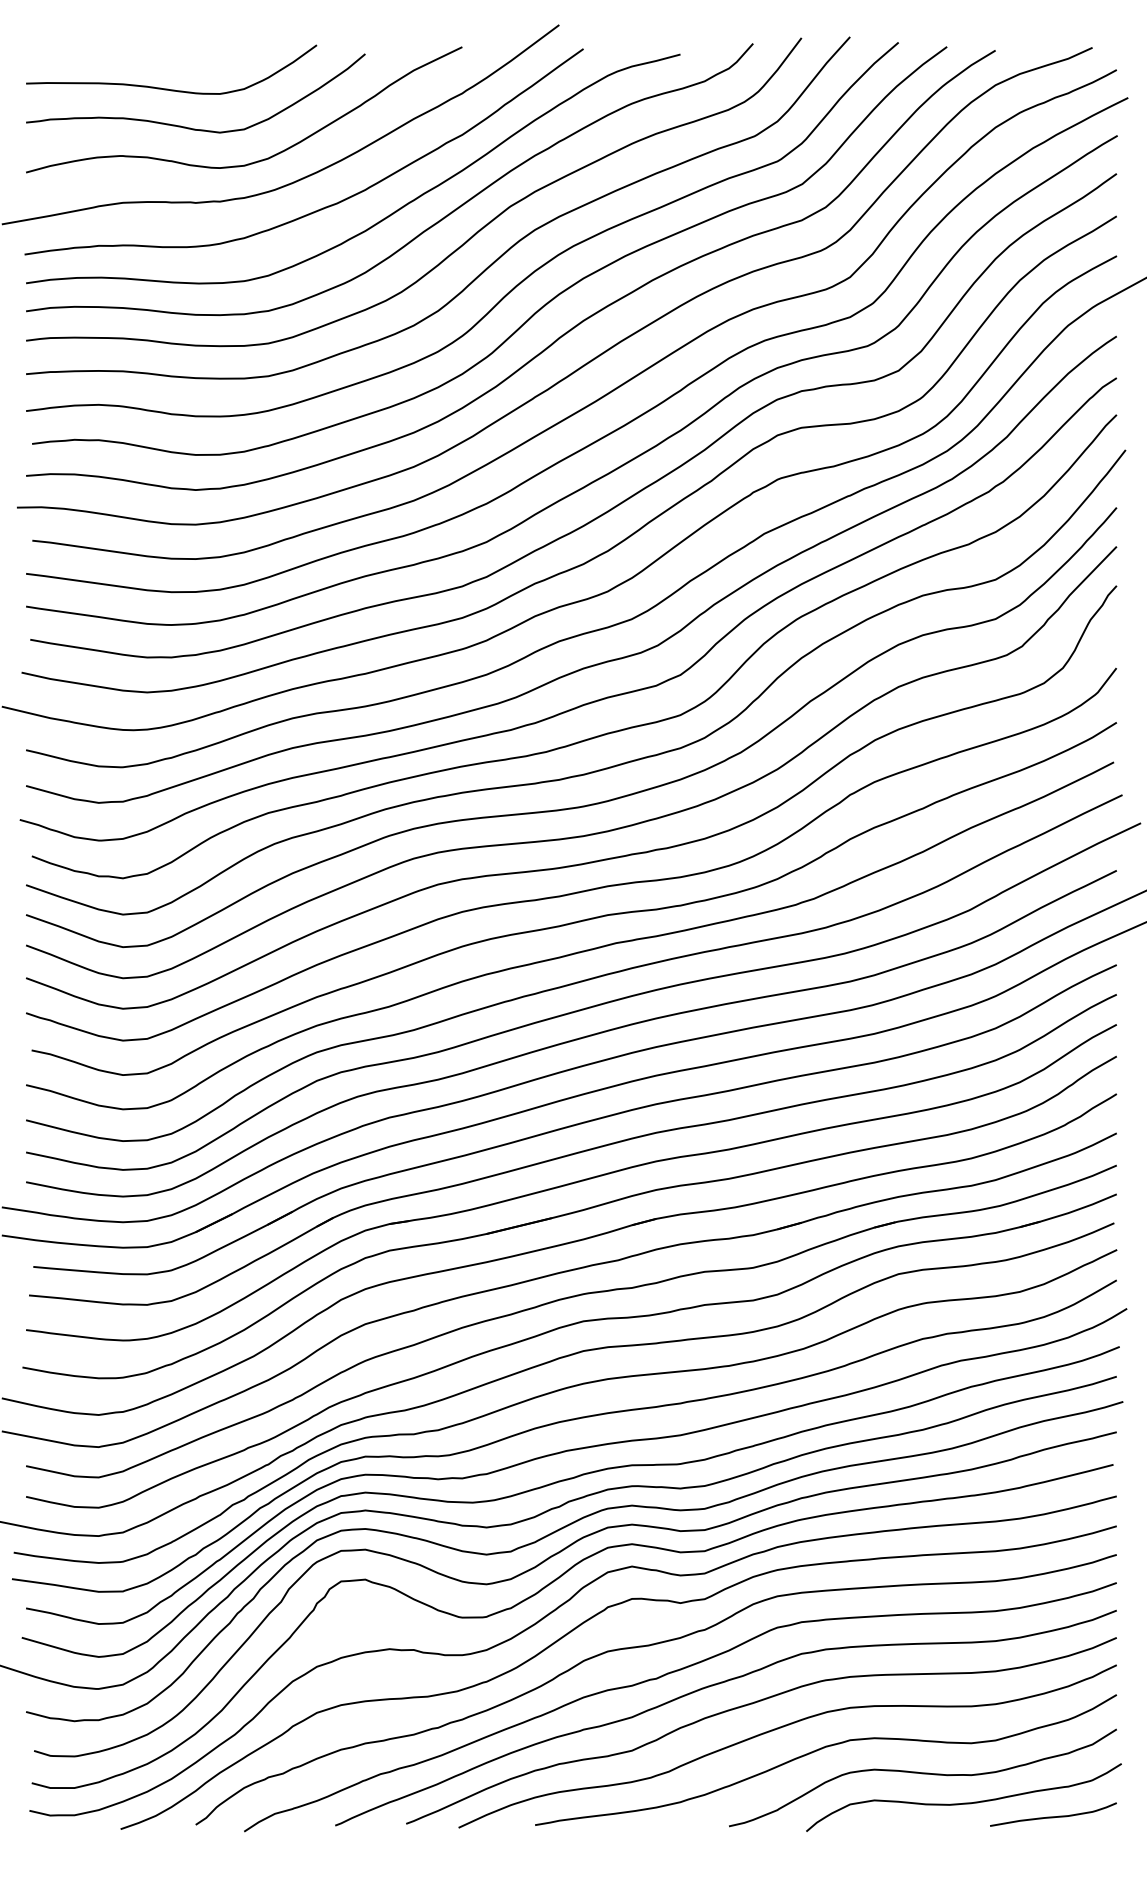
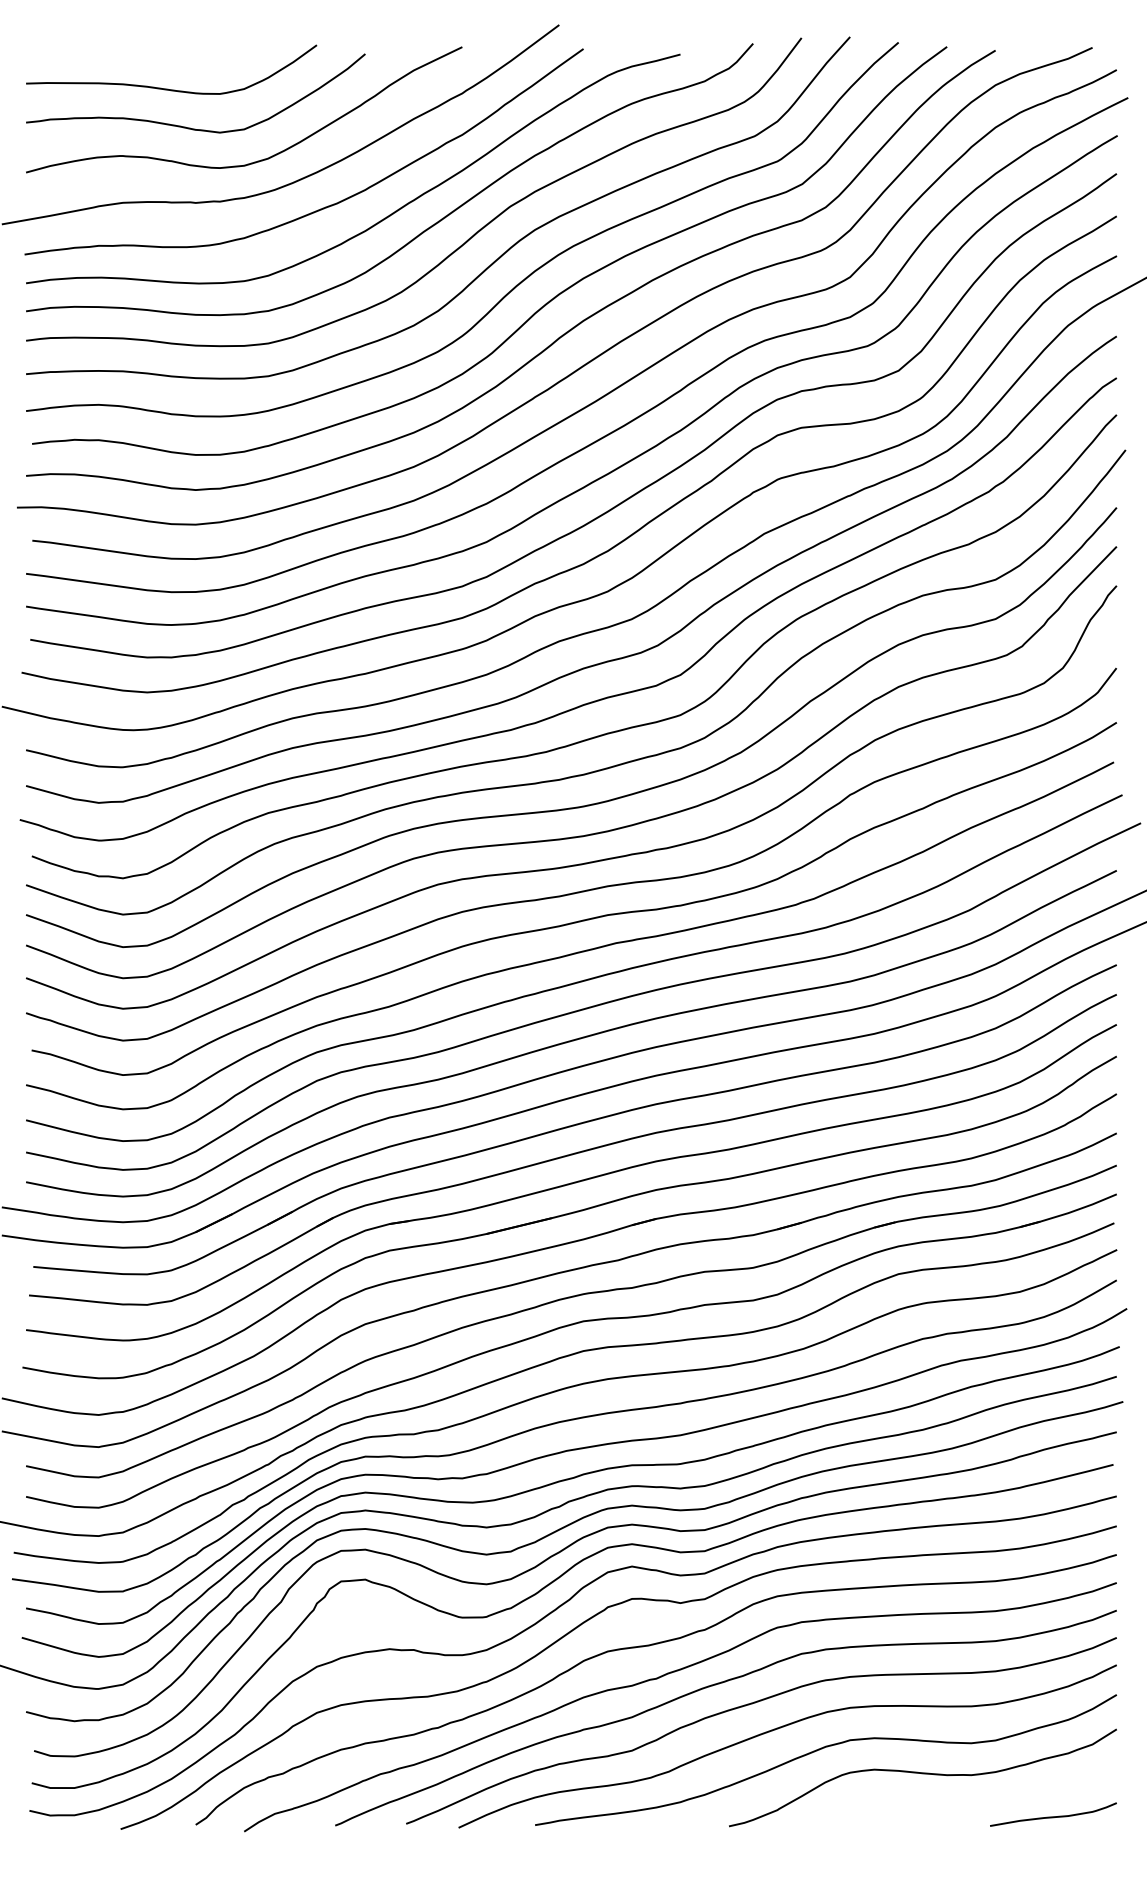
curve at (963, 1802): present -> none
